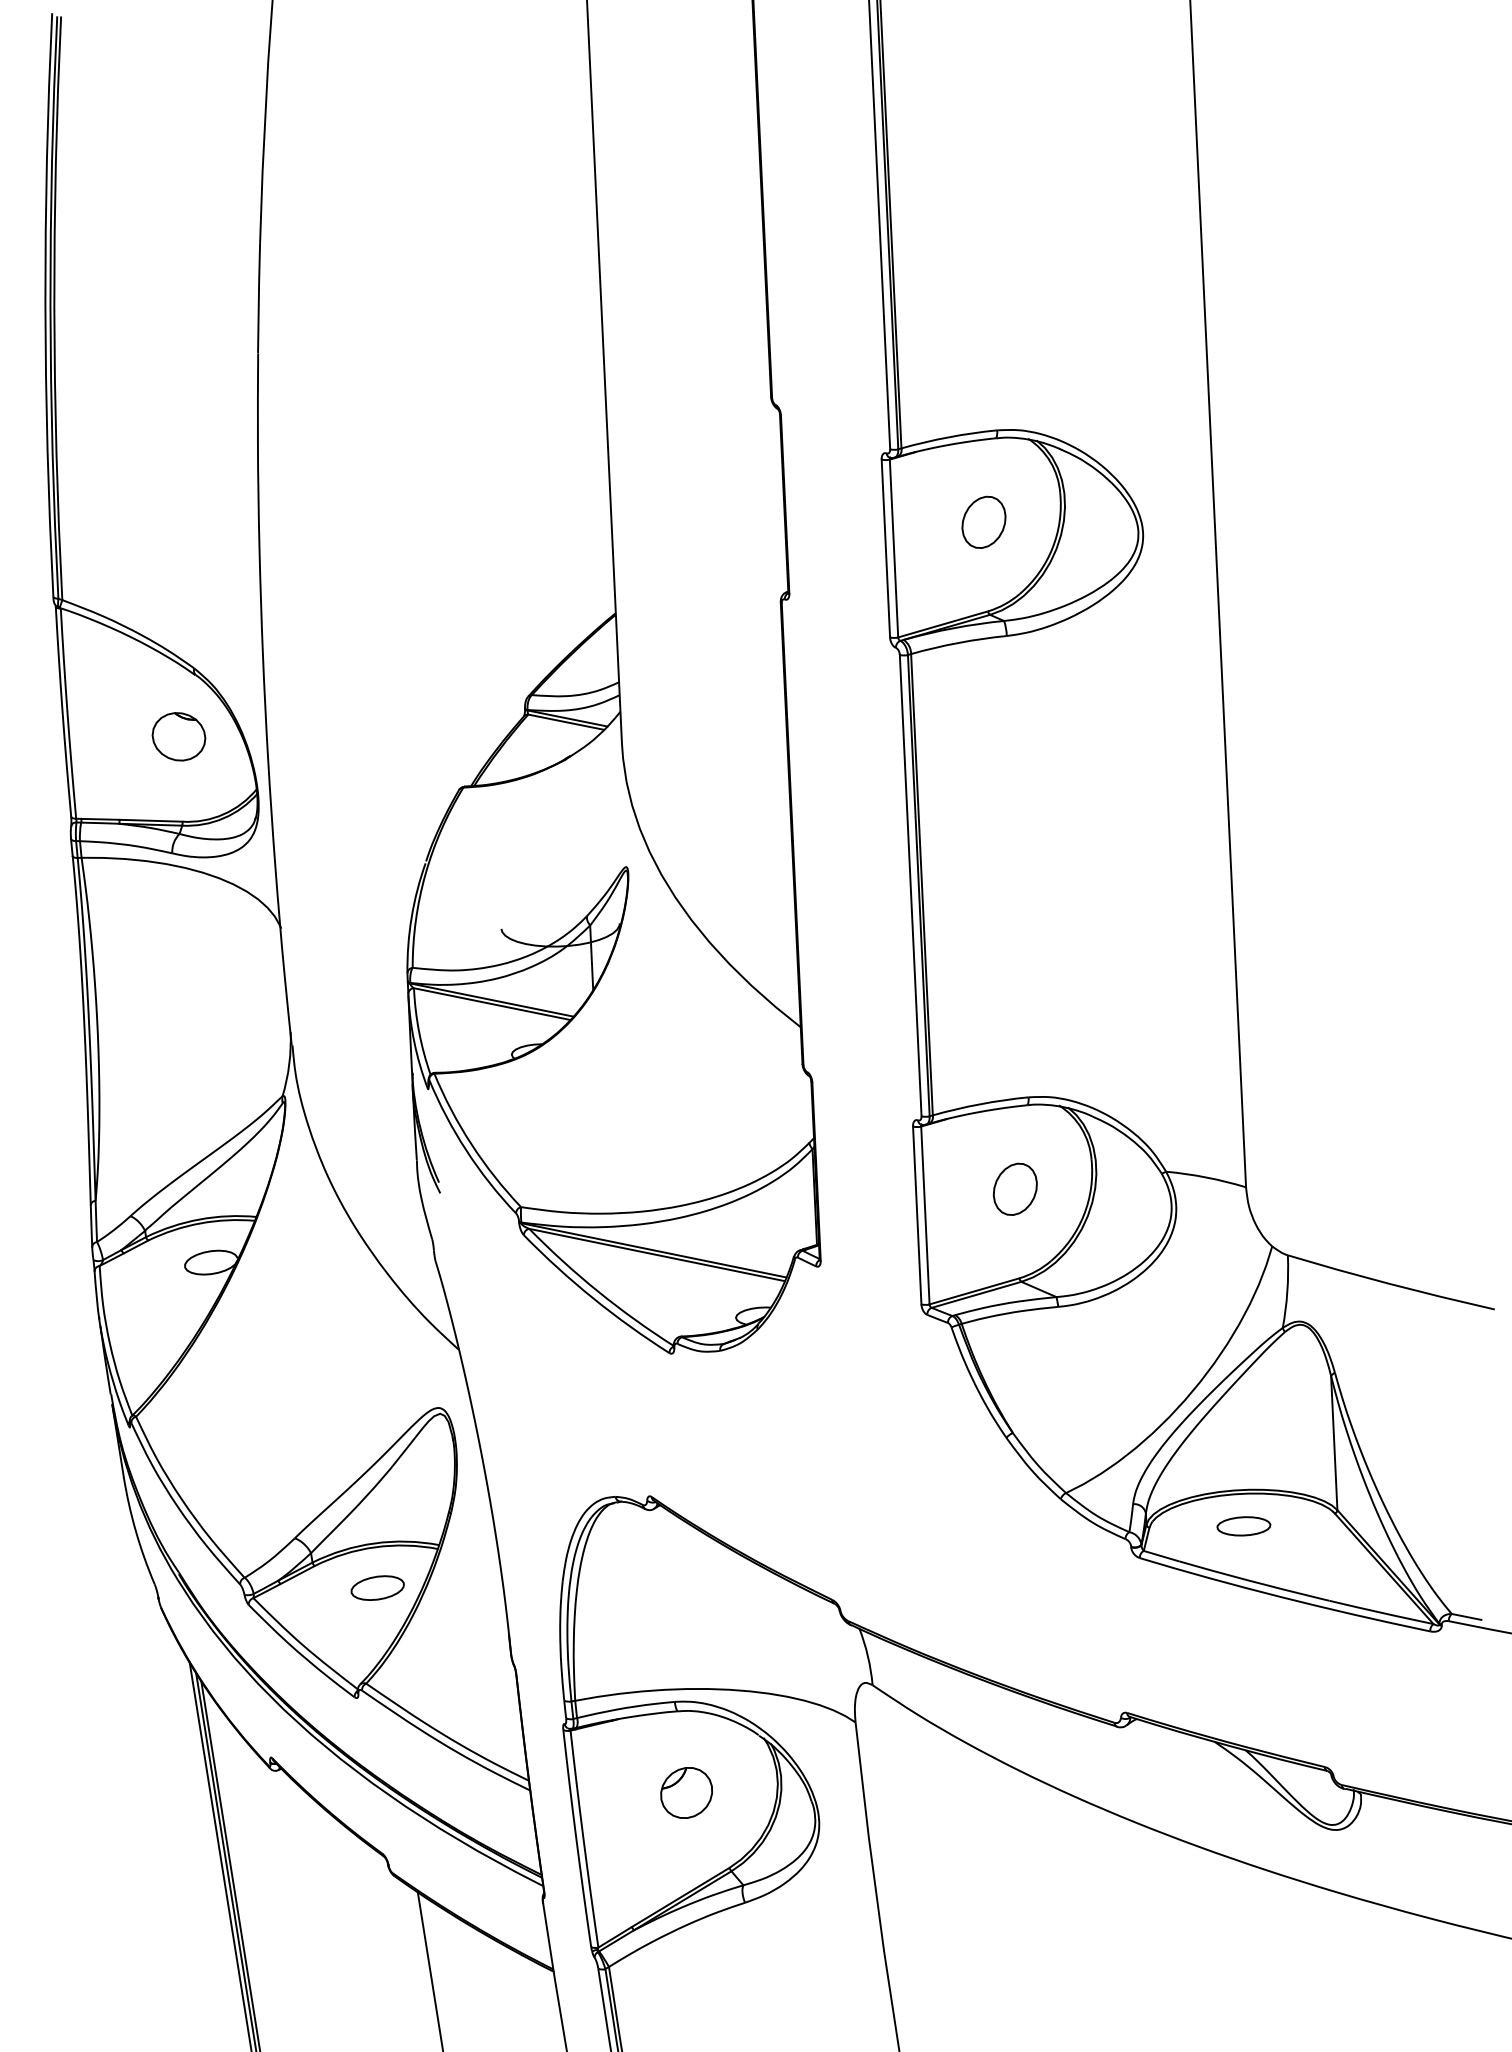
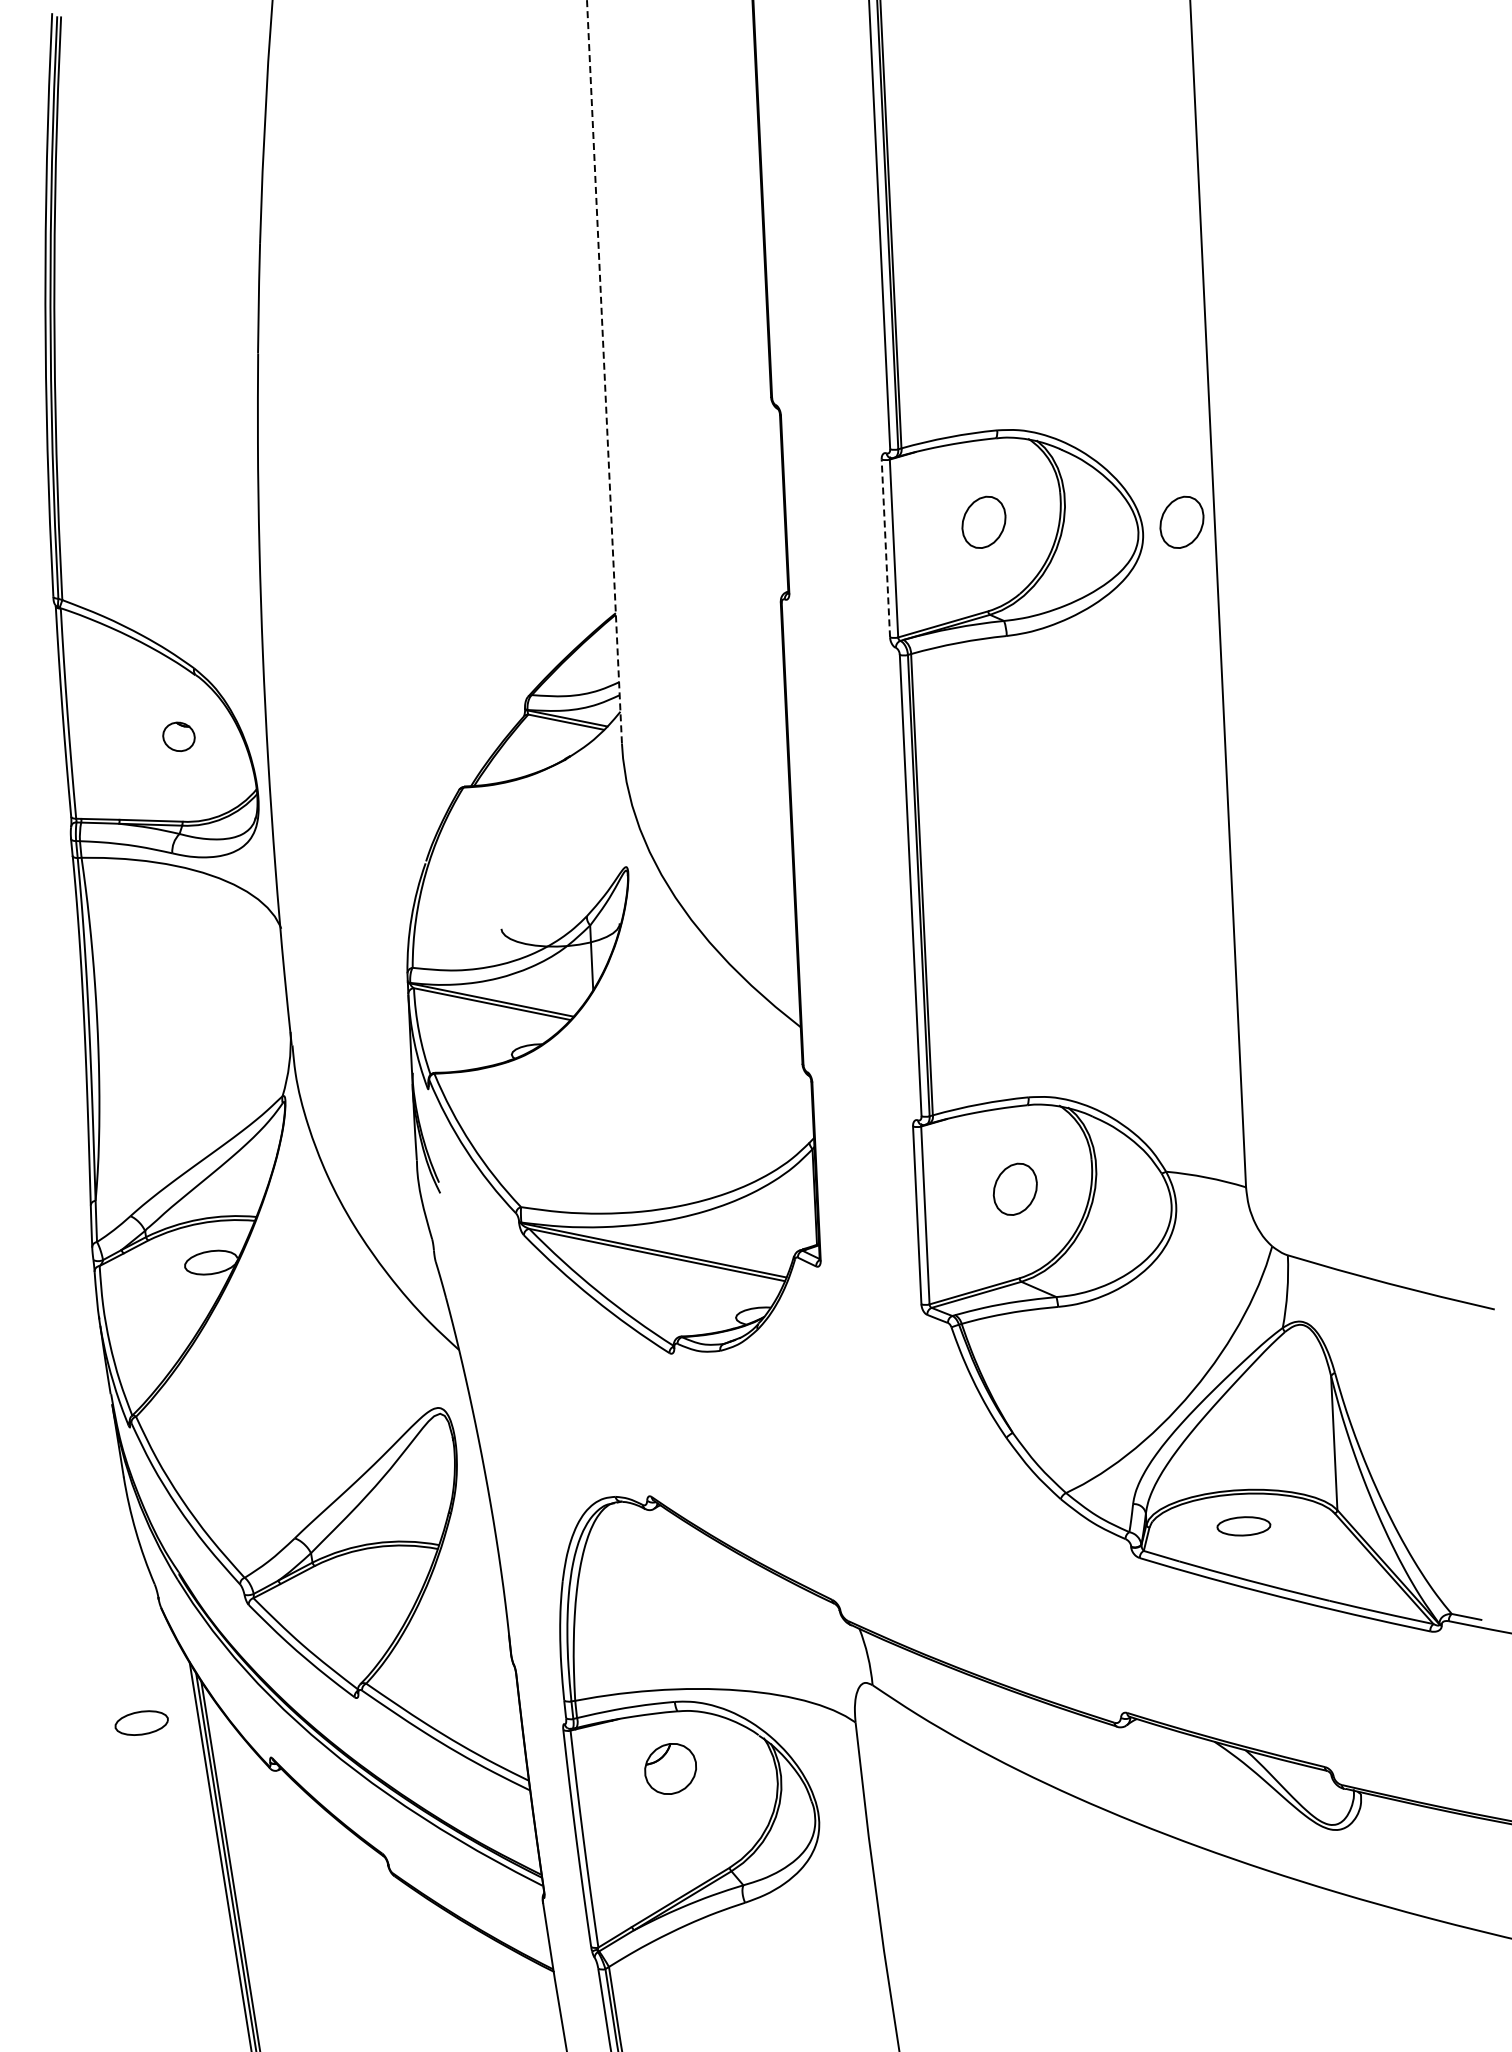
line at (604, 372): solid -> dashed
part at (1181, 521): none -> present
line at (885, 547): solid -> dashed
part at (178, 736) size: 56x50 px -> 34x31 px
part at (377, 1587) position: (377, 1587) -> (141, 1722)
part at (686, 1792) position: (686, 1792) -> (670, 1768)
line at (429, 1970): present -> none
